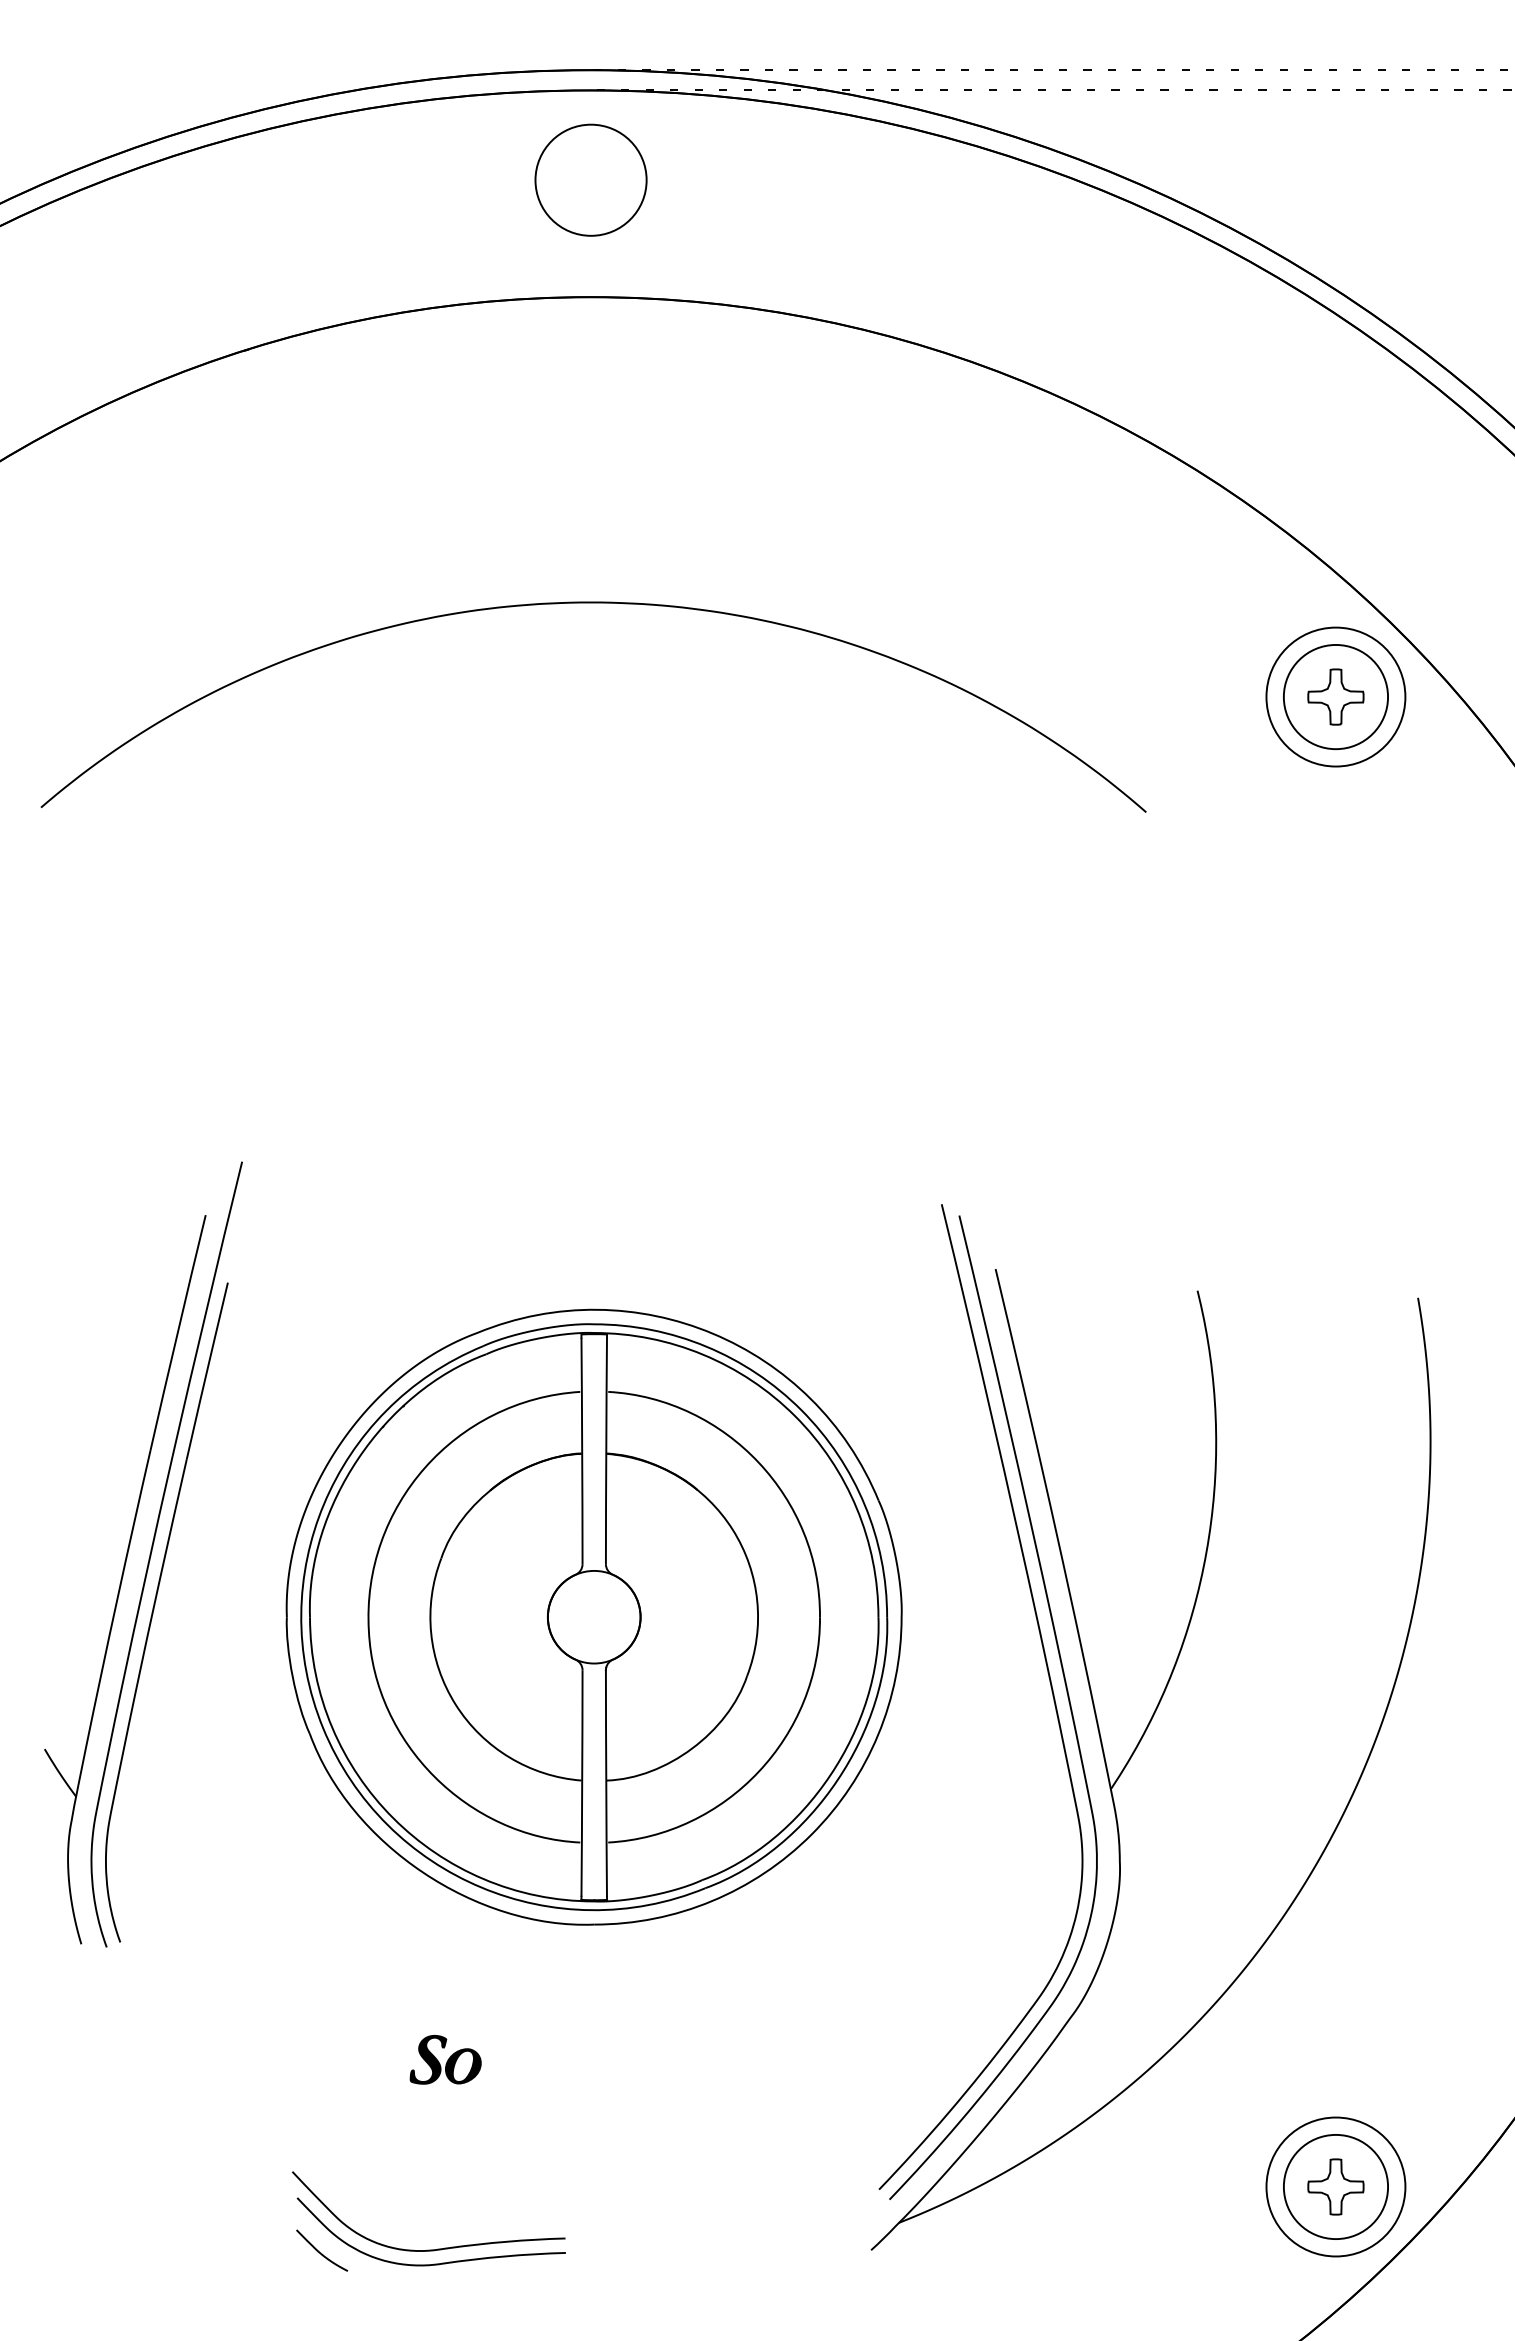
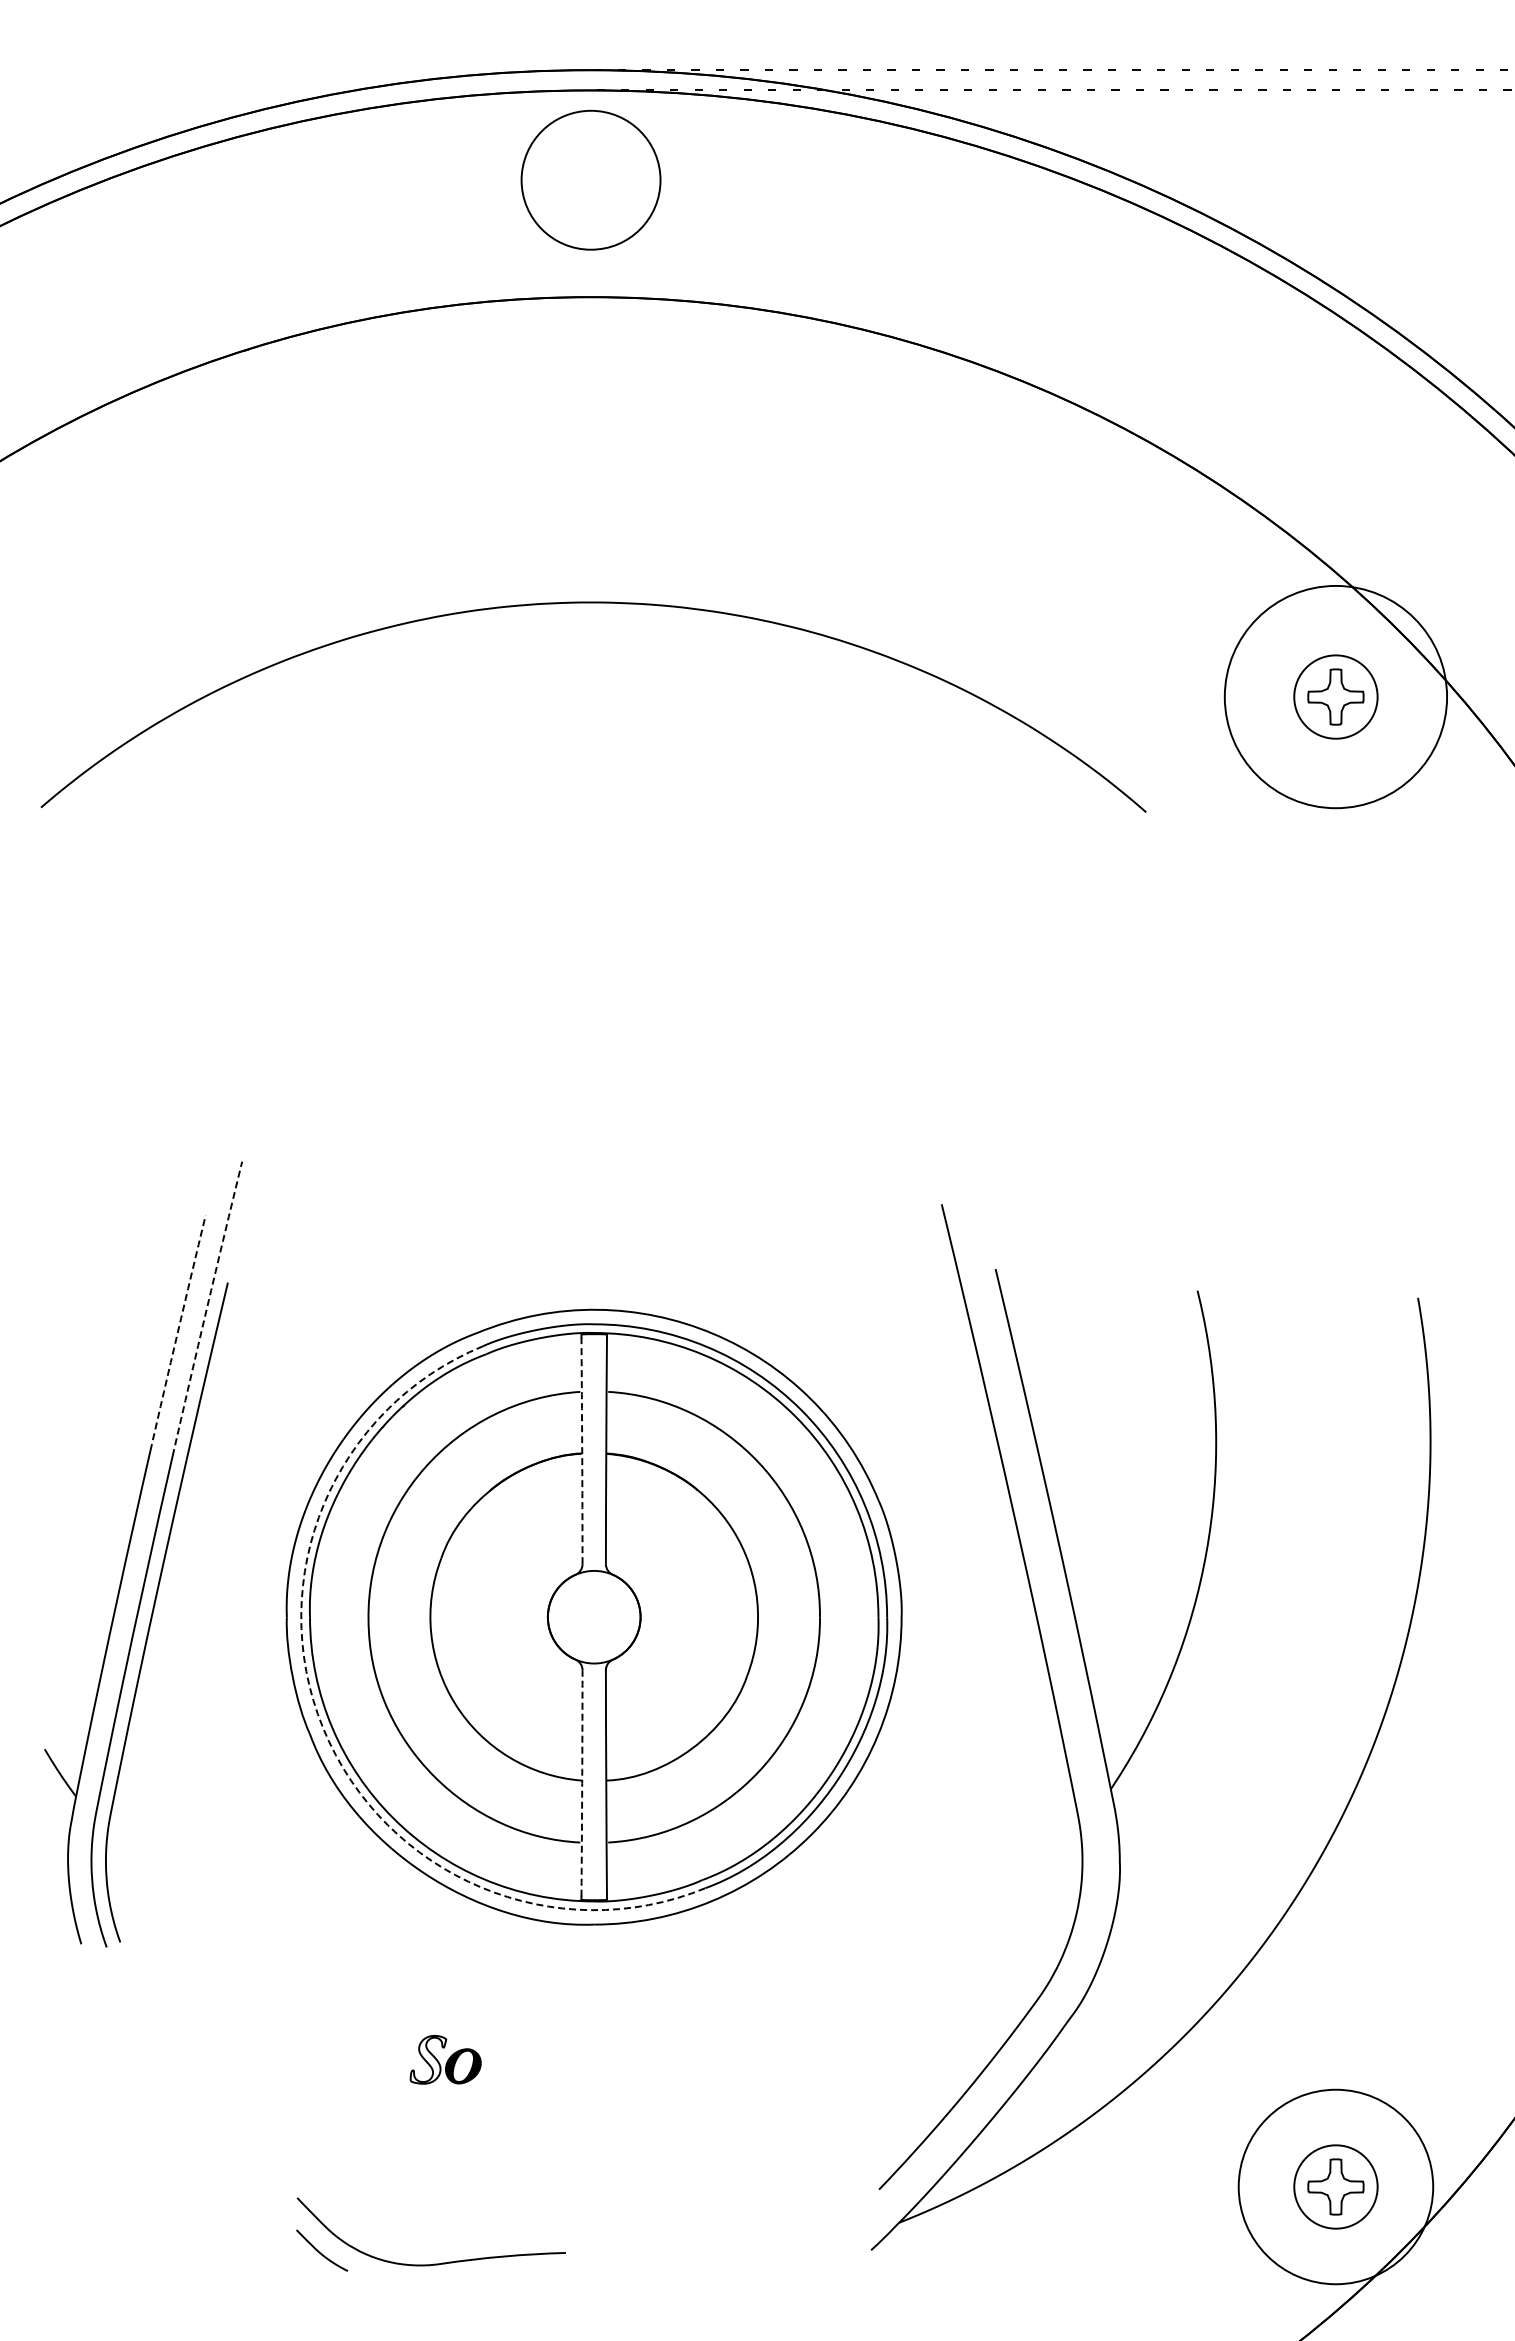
circle at (590, 179) diameter: 111 px -> 139 px
circle at (1335, 696) diameter: 104 px -> 83 px
circle at (1335, 696) diameter: 139 px -> 222 px
line at (206, 1308): solid -> dashed
line at (177, 1332): solid -> dashed
arc at (582, 1450): solid -> dashed
curve at (1065, 1688): present -> none
arc at (323, 1728): solid -> dashed
arc at (582, 1783): solid -> dashed
fill at (428, 2059): present -> none
circle at (1335, 2186) diameter: 104 px -> 83 px
circle at (1335, 2186) diameter: 139 px -> 194 px
curve at (428, 2249): present -> none
